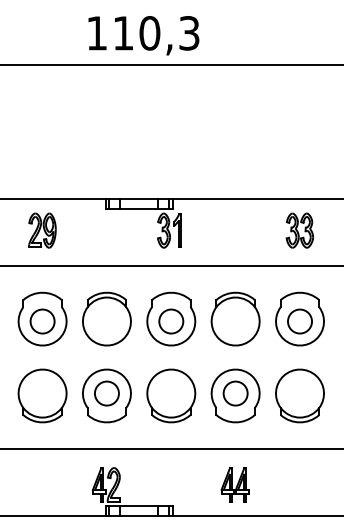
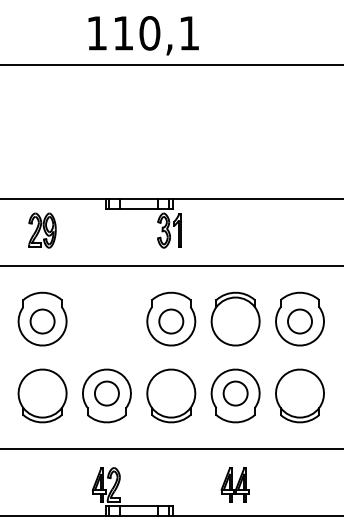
text at (189, 33): 110,3 -> 110,1
part at (299, 230): present -> none
part at (106, 318): present -> none
